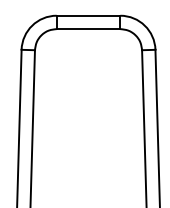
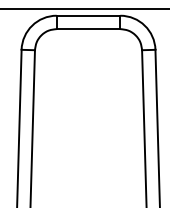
line at (84, 8): none -> present
